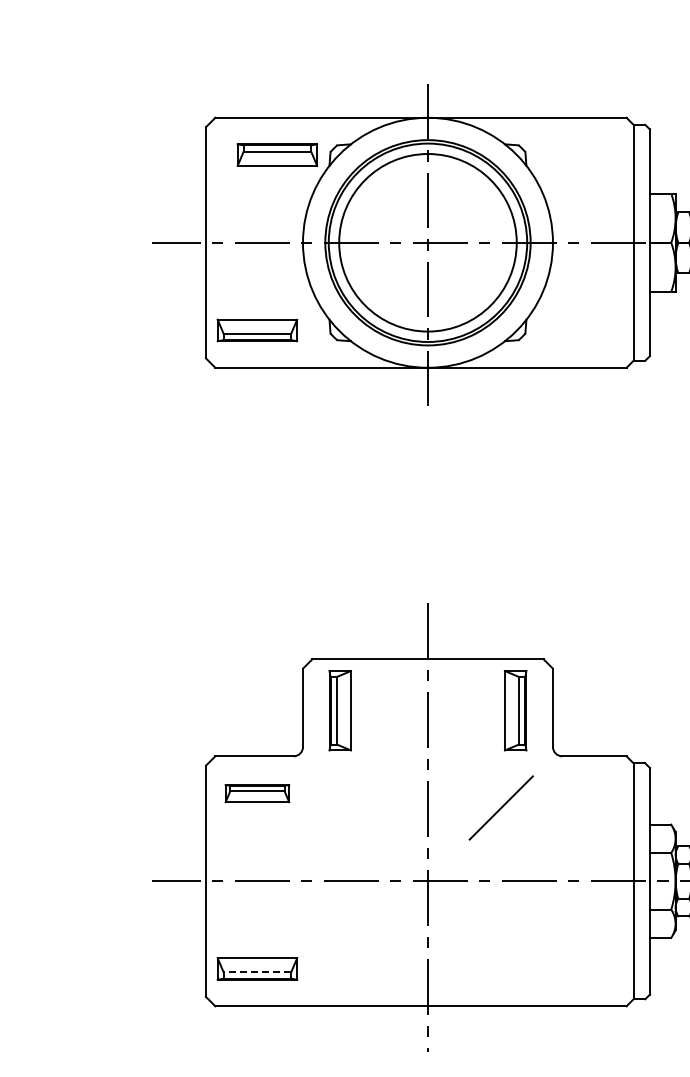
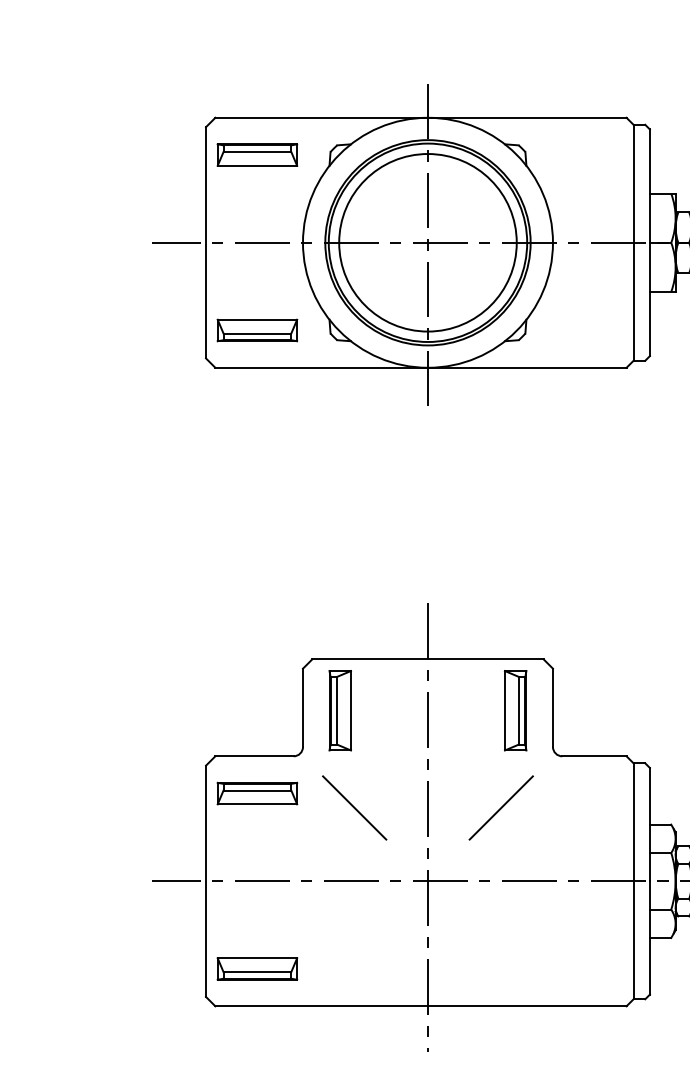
part at (277, 154) position: (277, 154) -> (257, 154)
part at (257, 793) size: 67x20 px -> 83x25 px
line at (354, 807): none -> present
line at (257, 972): dashed -> solid
